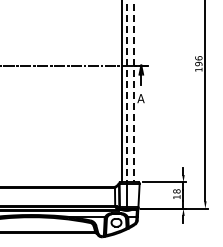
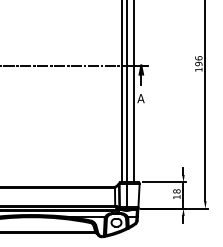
line at (126, 91): dashed -> solid
line at (133, 91): dashed -> solid
